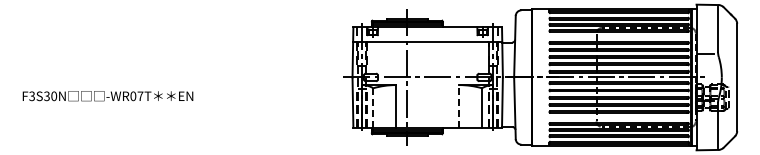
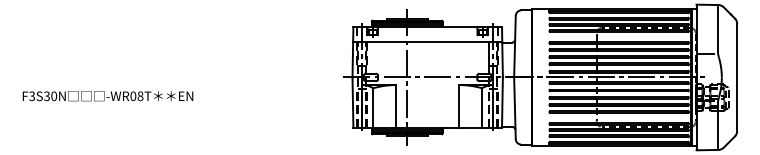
text at (140, 96): -WR07T -> -WR08T
line at (459, 105): dashed -> solid
line at (373, 107): dashed -> solid
